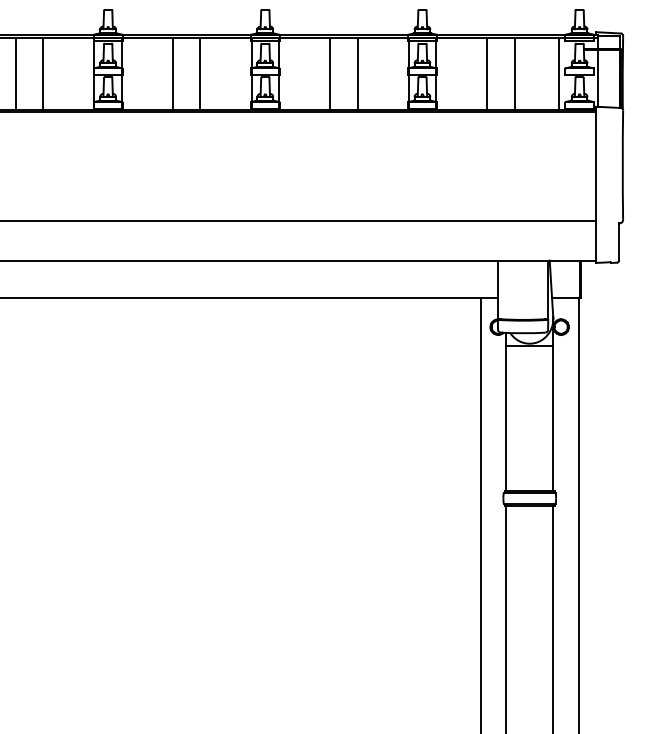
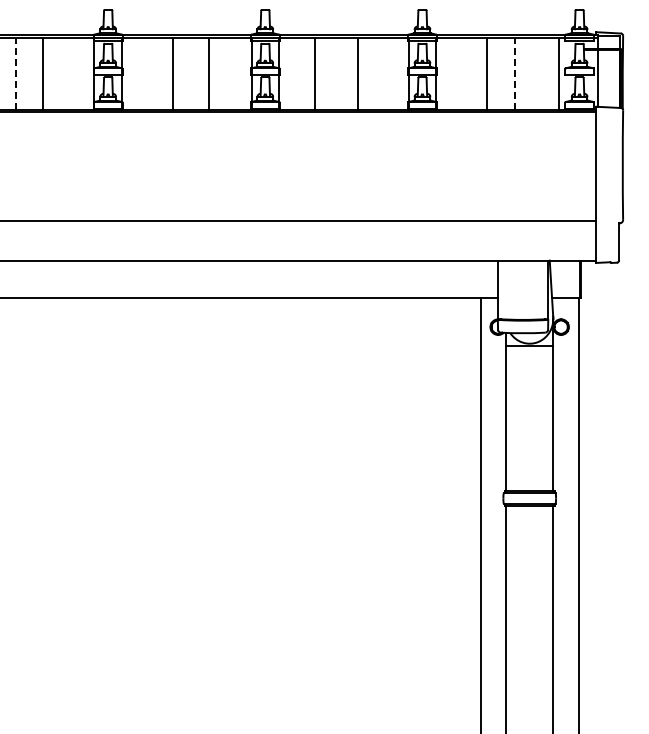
line at (15, 74): solid -> dashed
line at (200, 74) position: (200, 74) -> (209, 74)
line at (330, 74) position: (330, 74) -> (315, 74)
line at (514, 74): solid -> dashed
